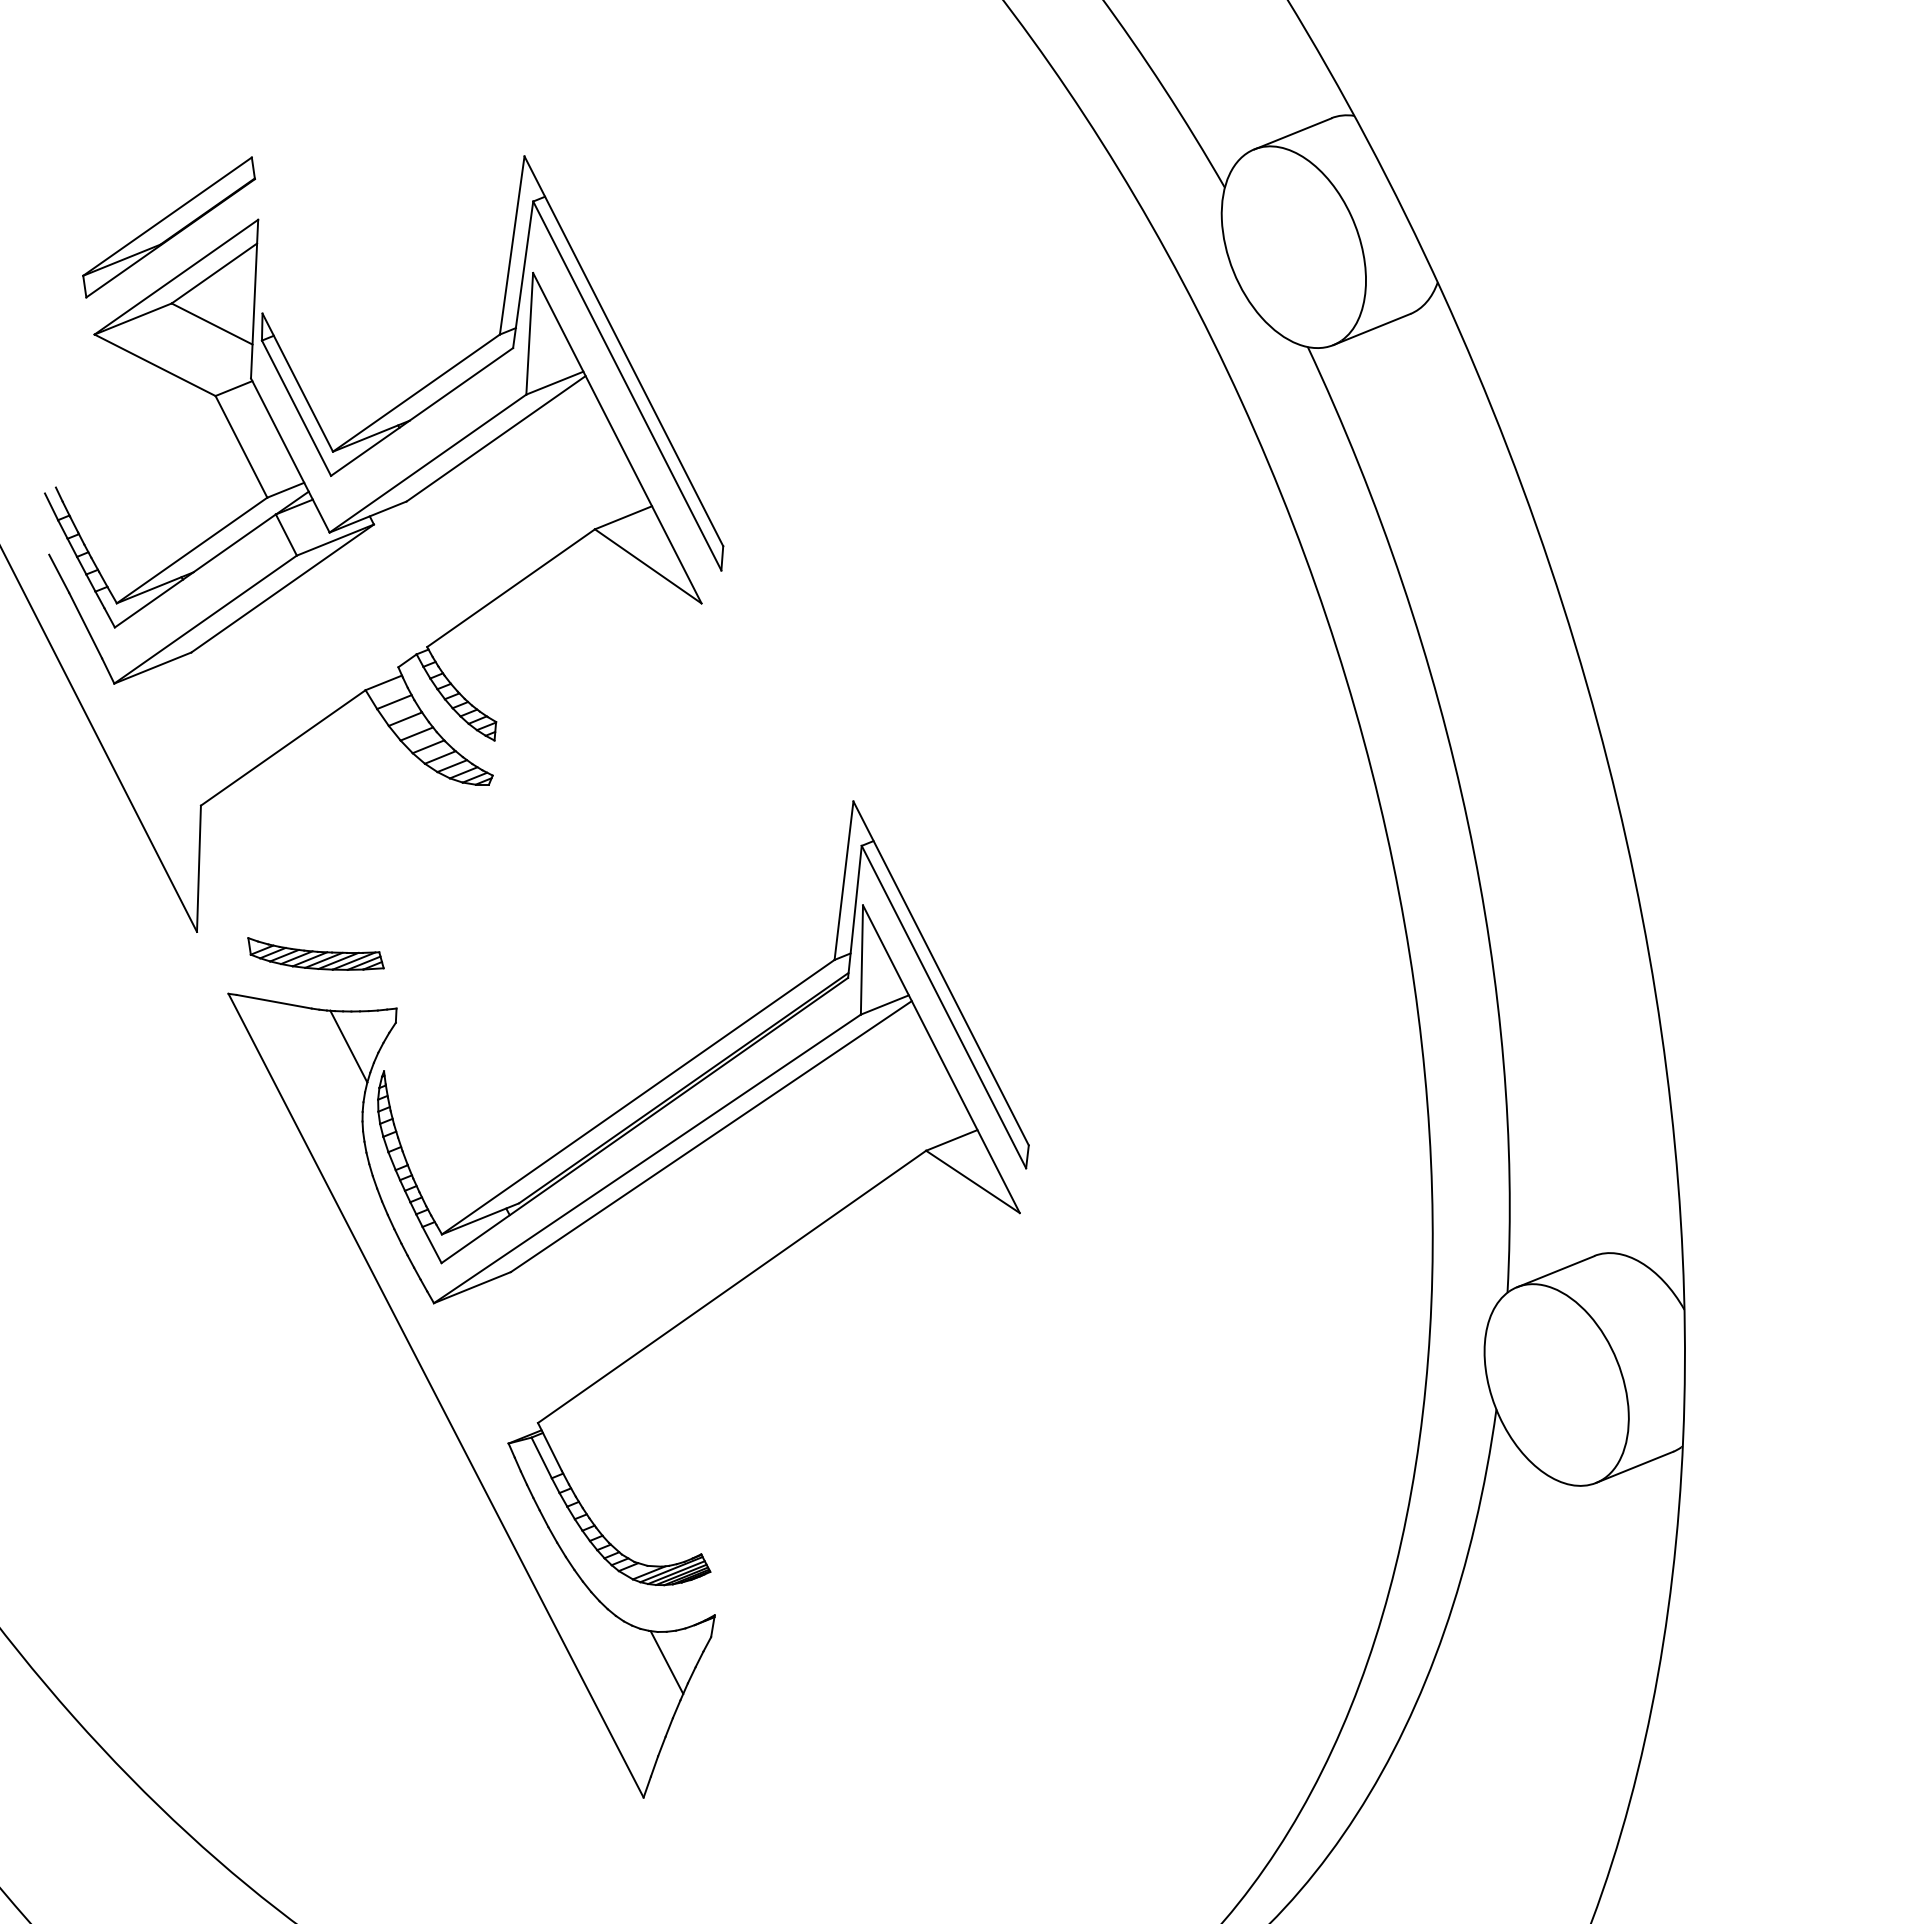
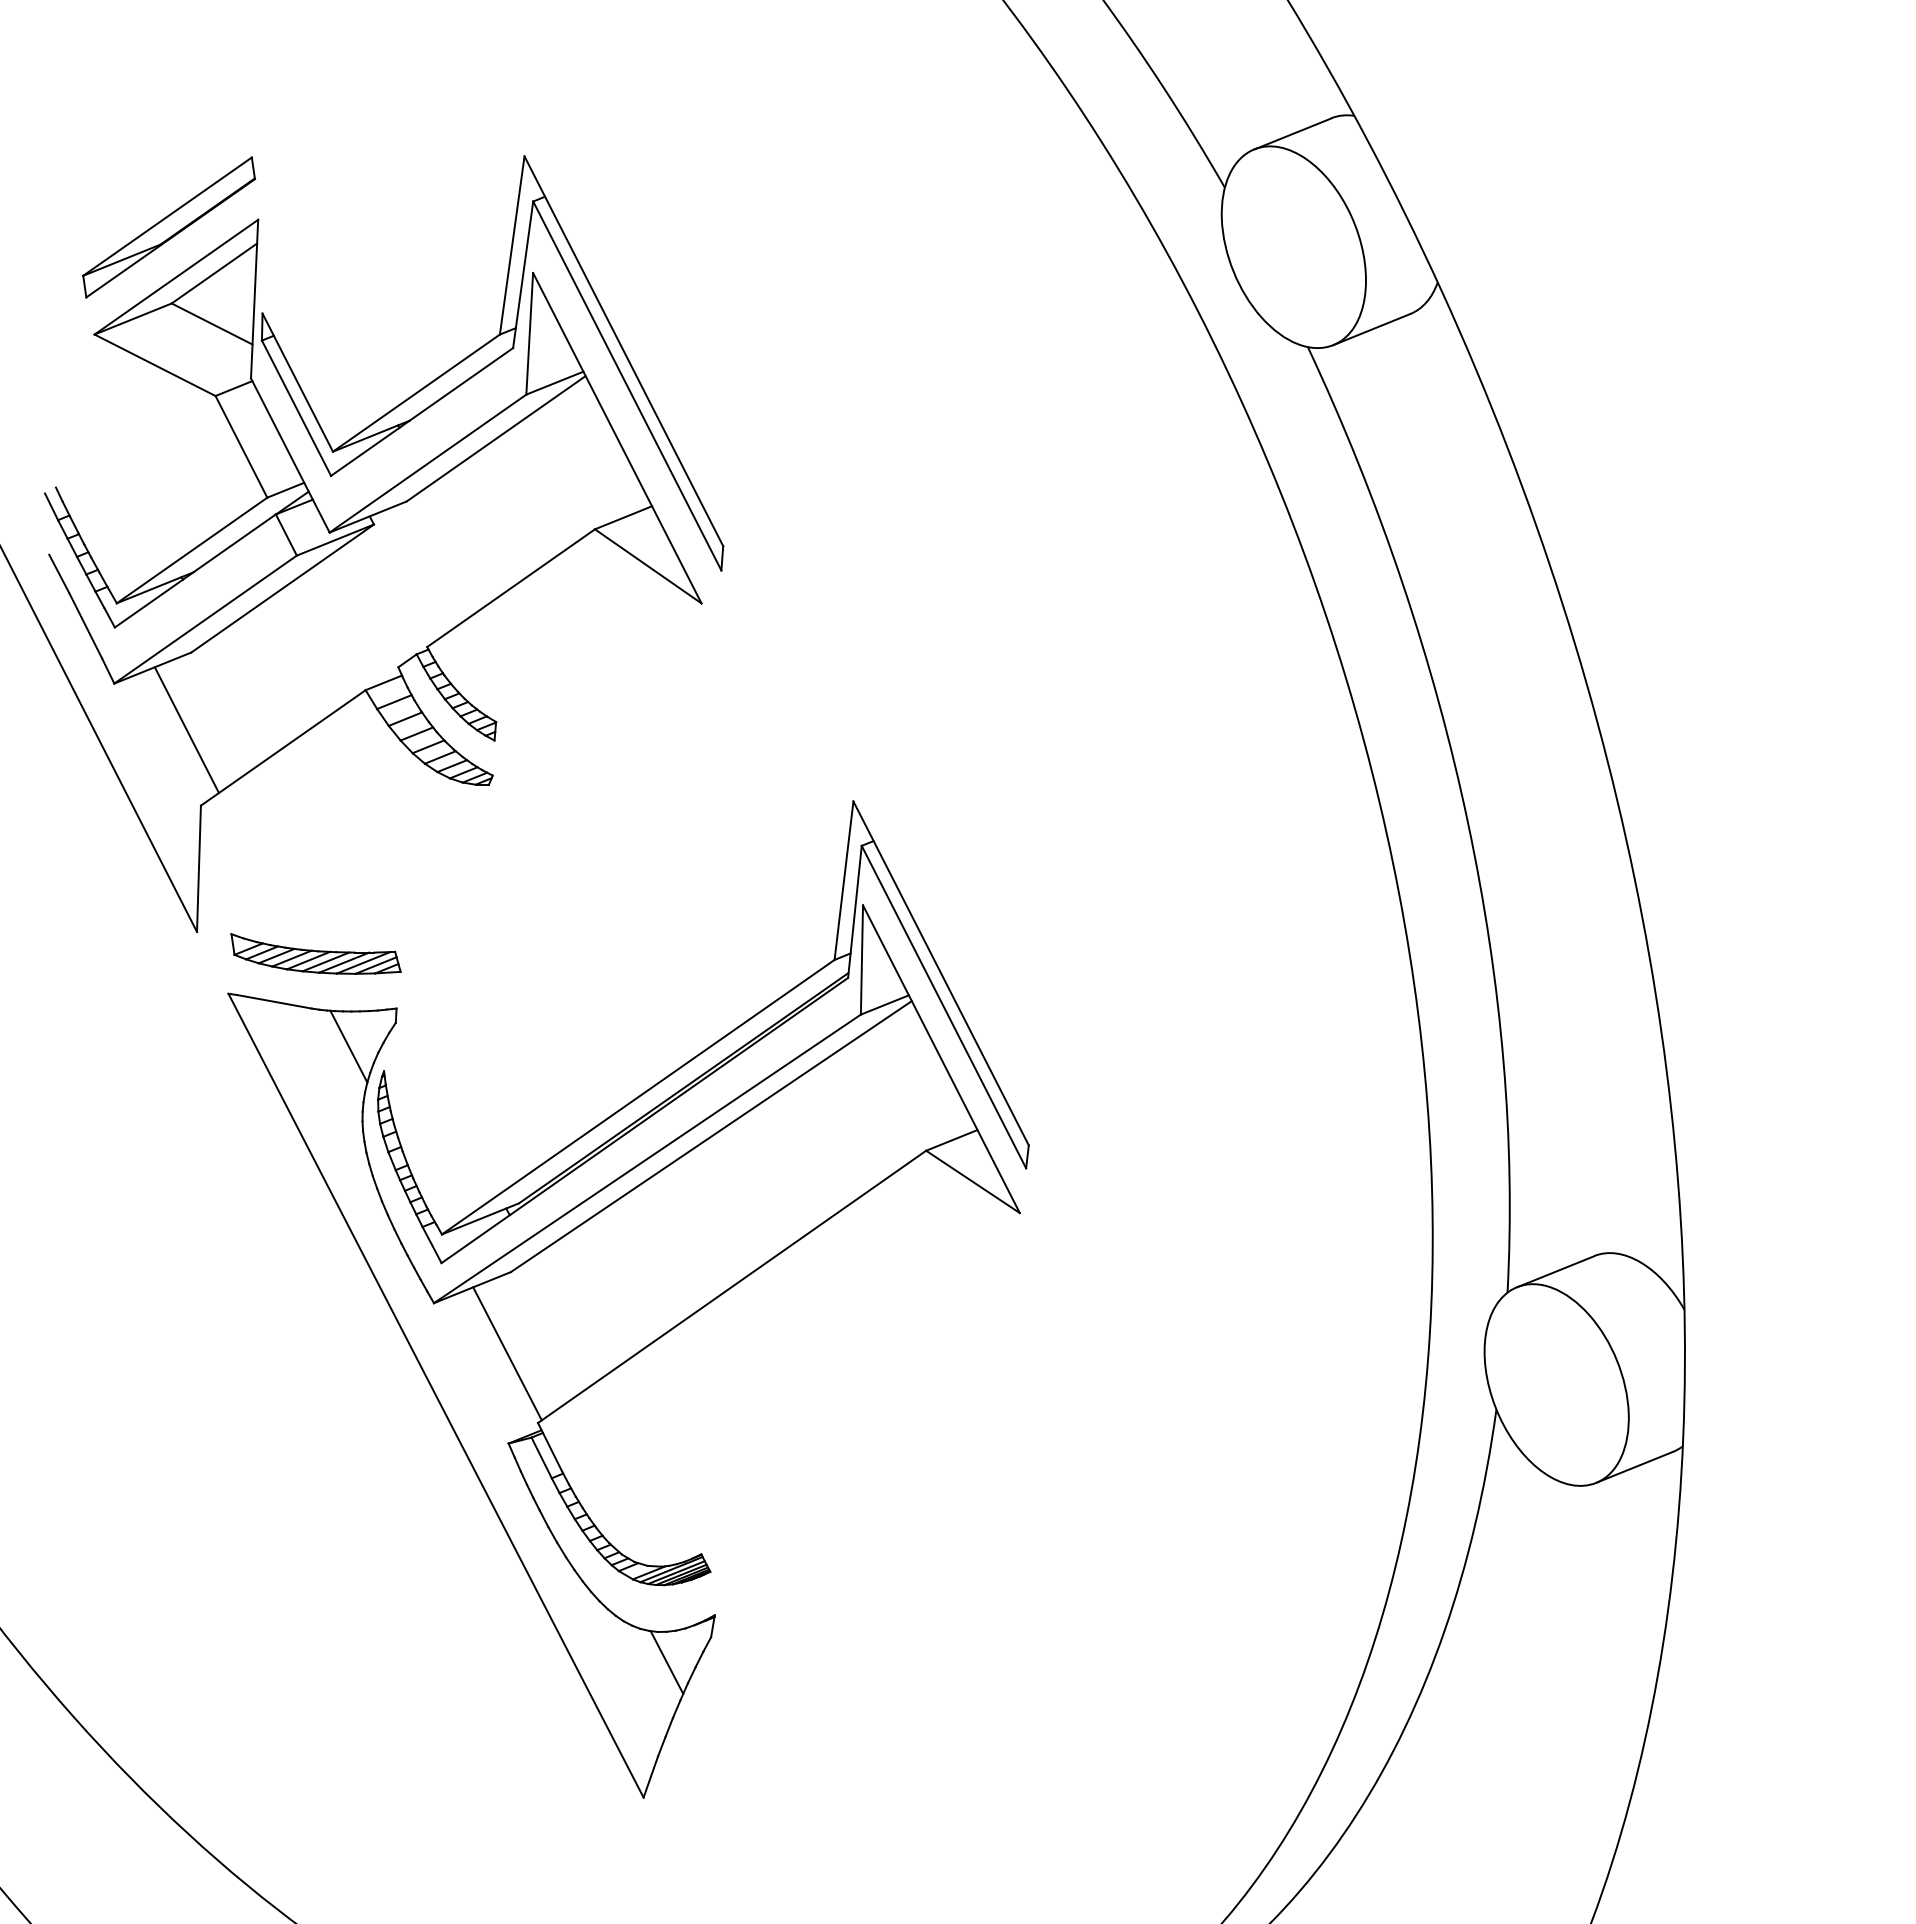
line at (186, 730): none -> present
part at (315, 953) size: 138x34 px -> 172x42 px
line at (507, 1353): none -> present
